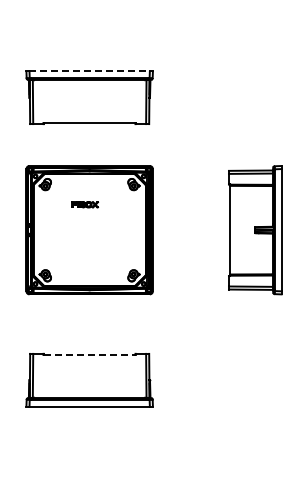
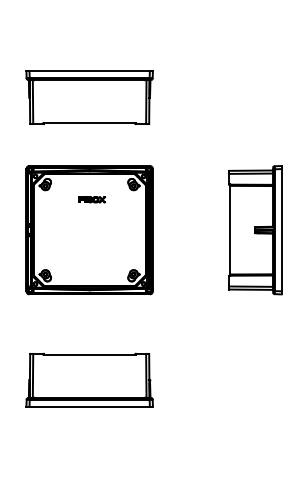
line at (90, 71): dashed -> solid
part at (84, 204) position: (84, 204) -> (91, 199)
line at (90, 355): dashed -> solid
